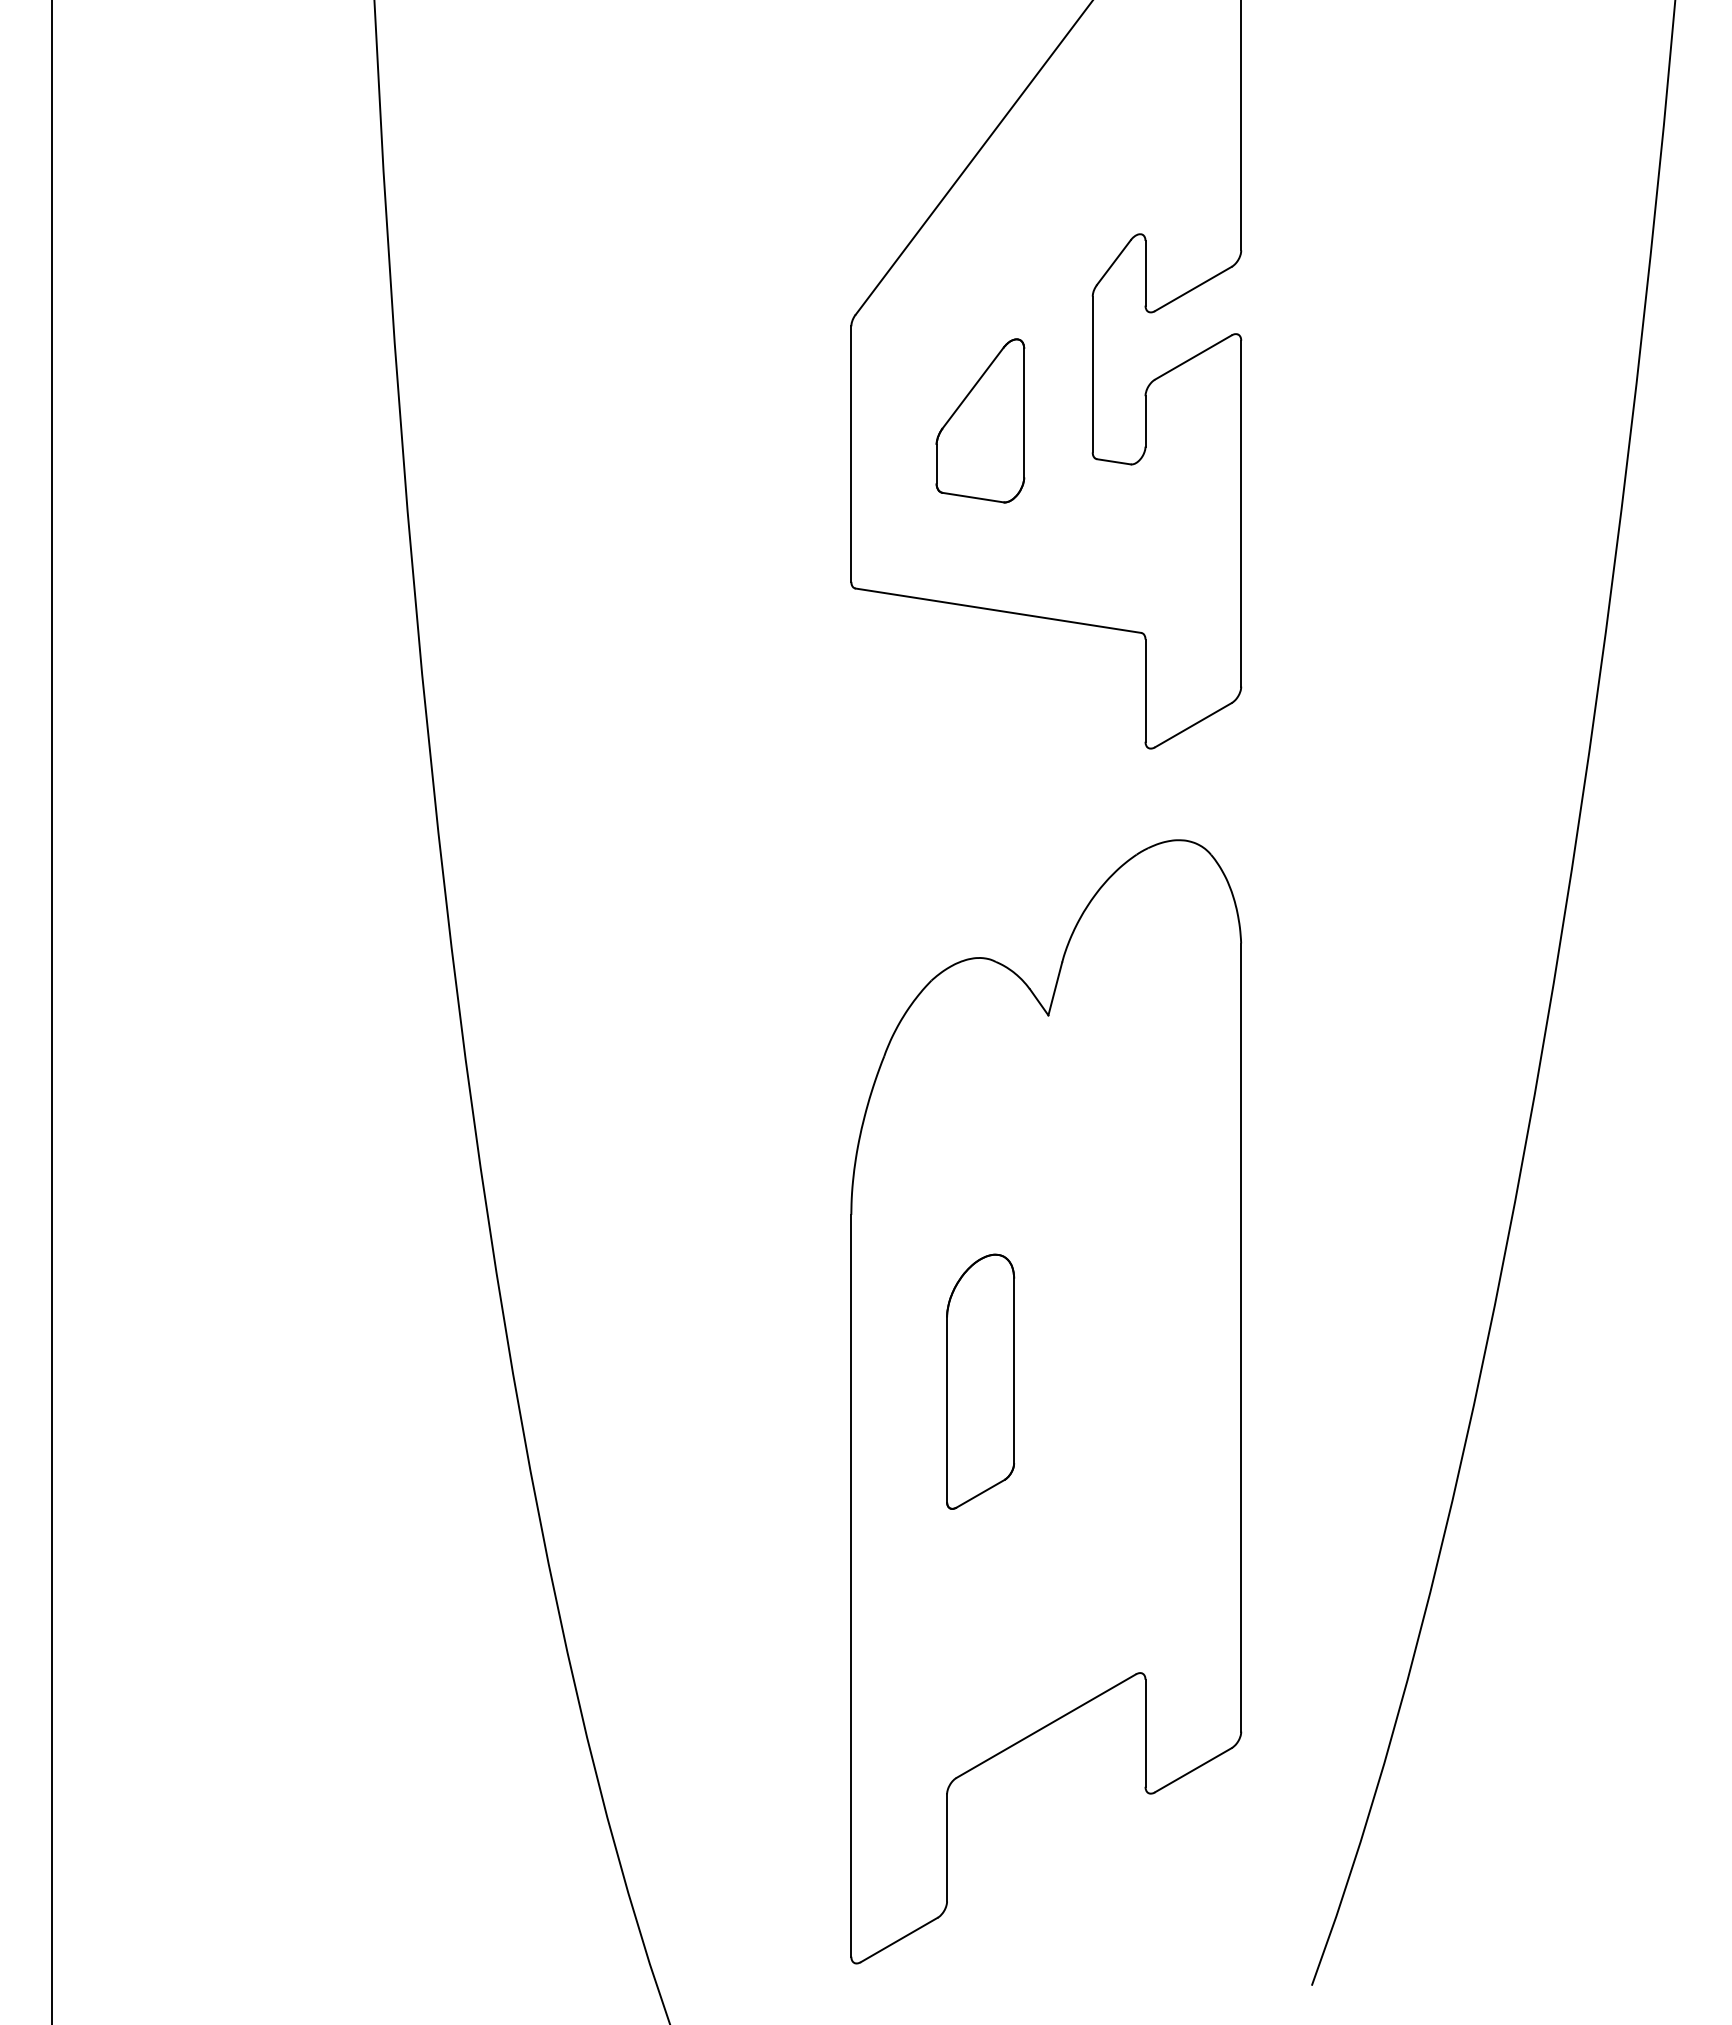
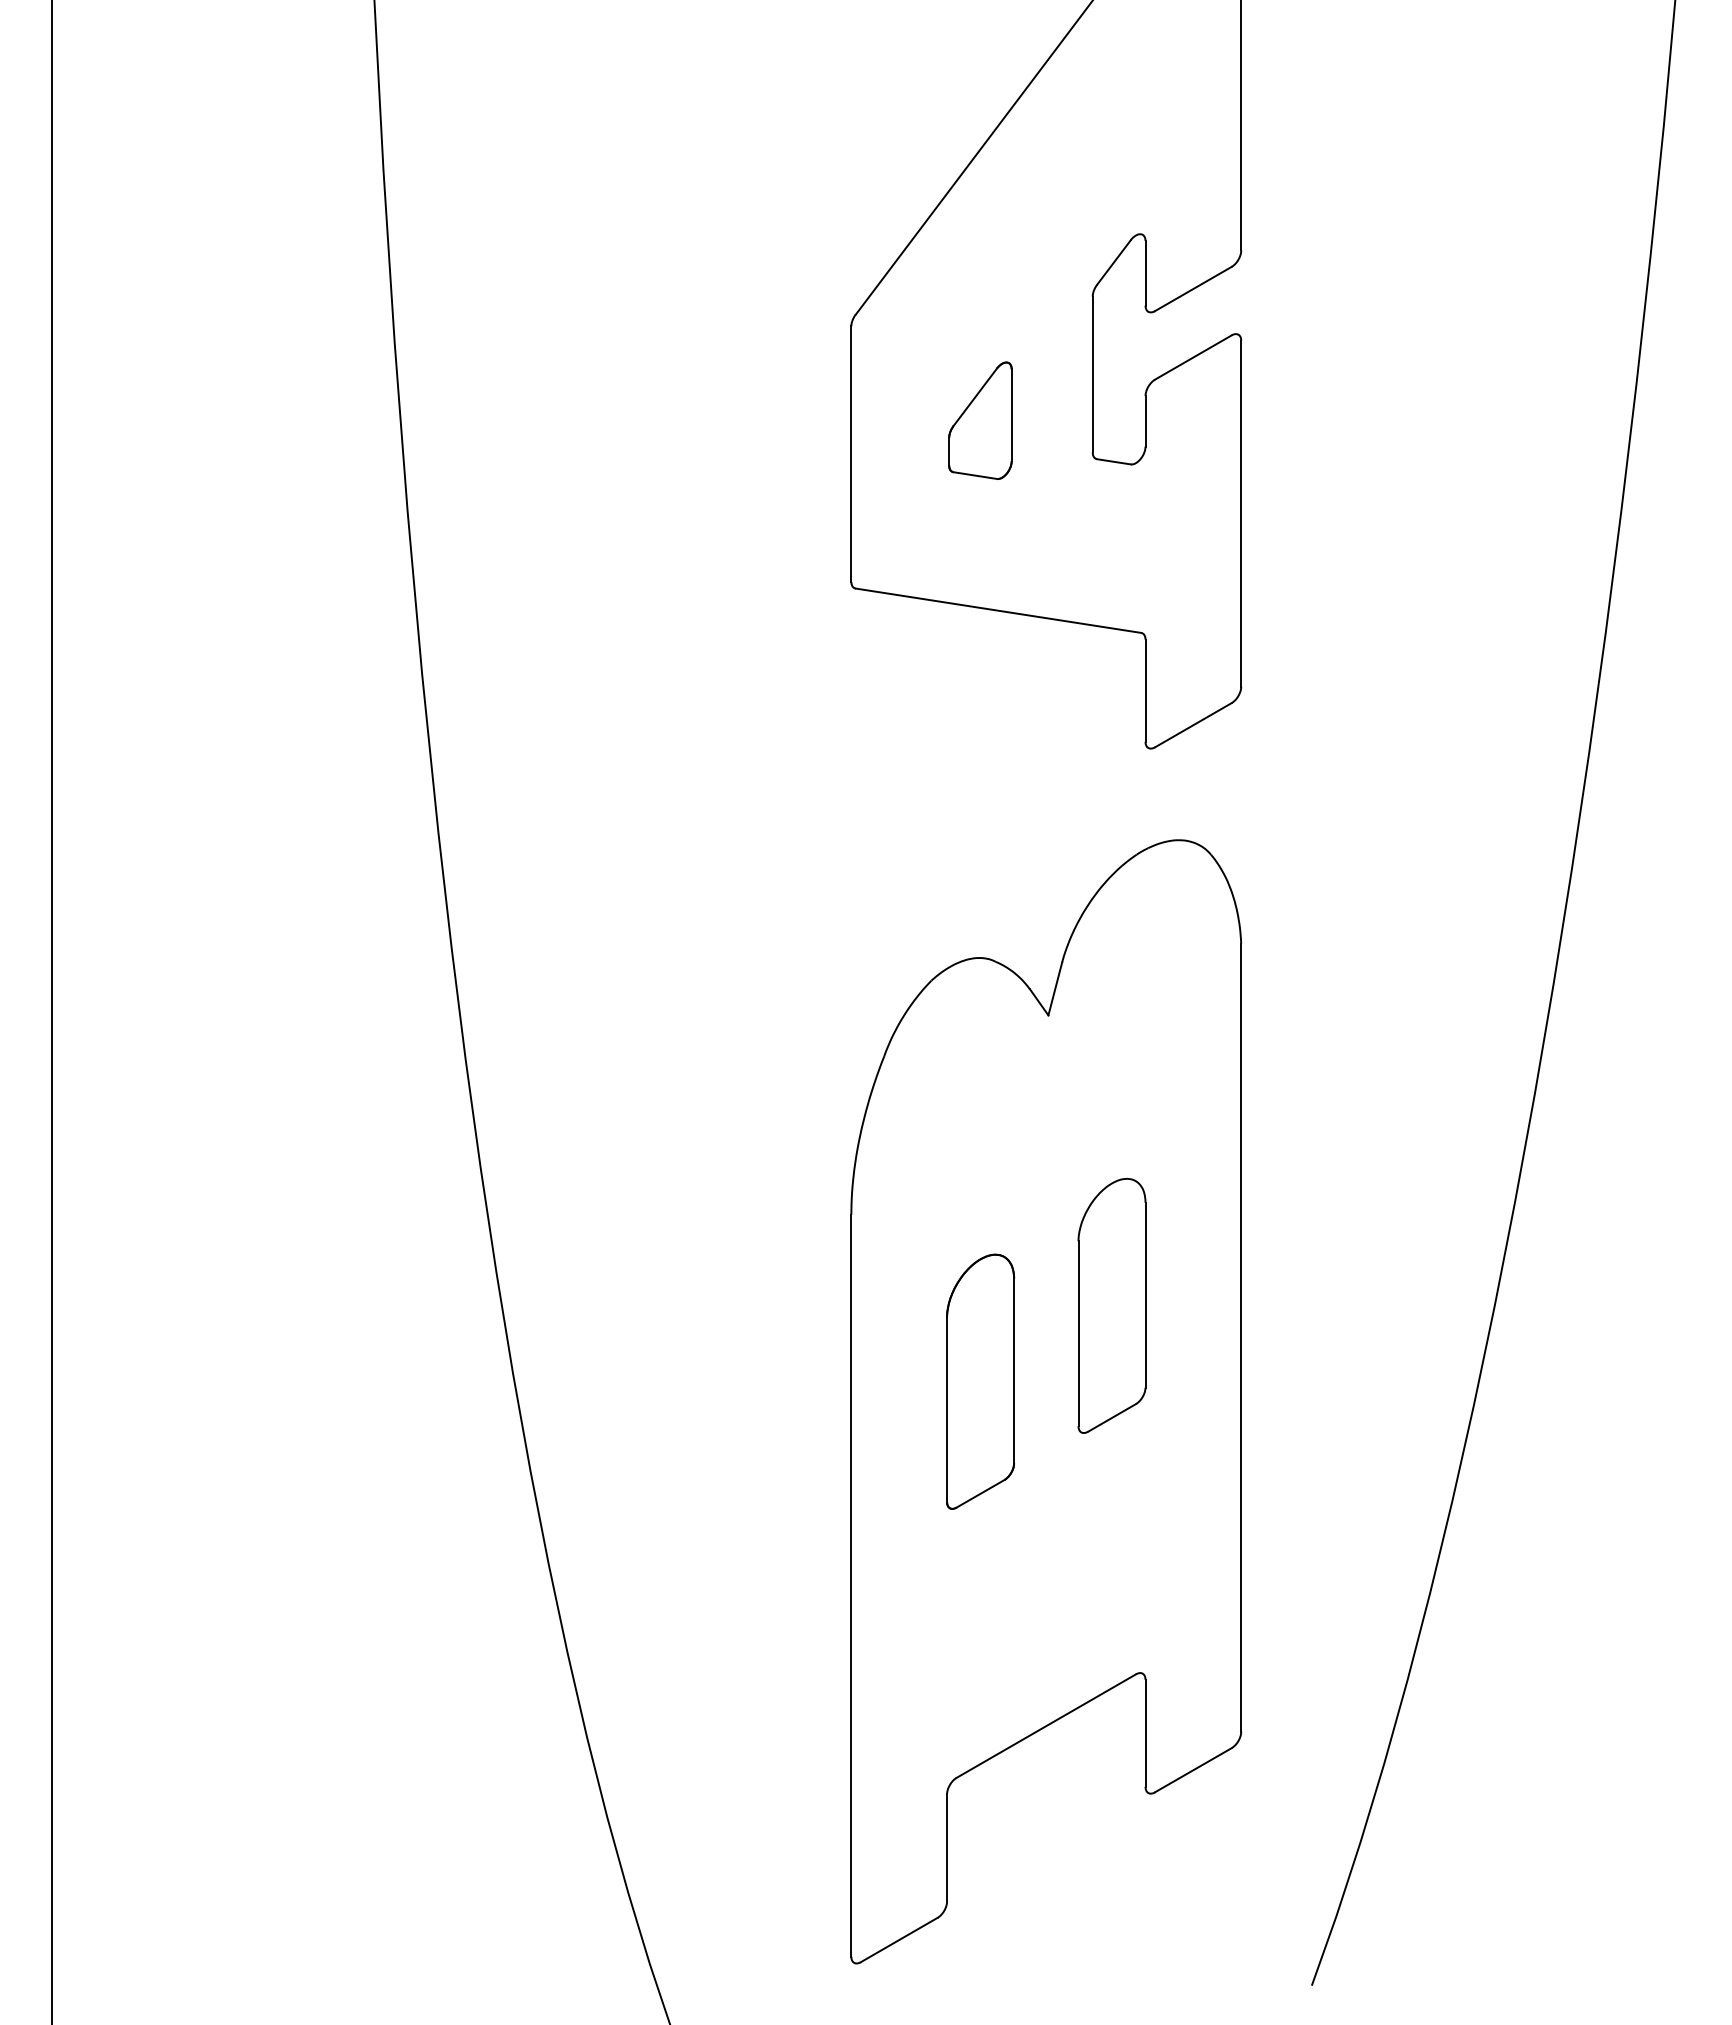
part at (980, 420) size: 91x166 px -> 65x119 px
part at (1111, 1305): none -> present
